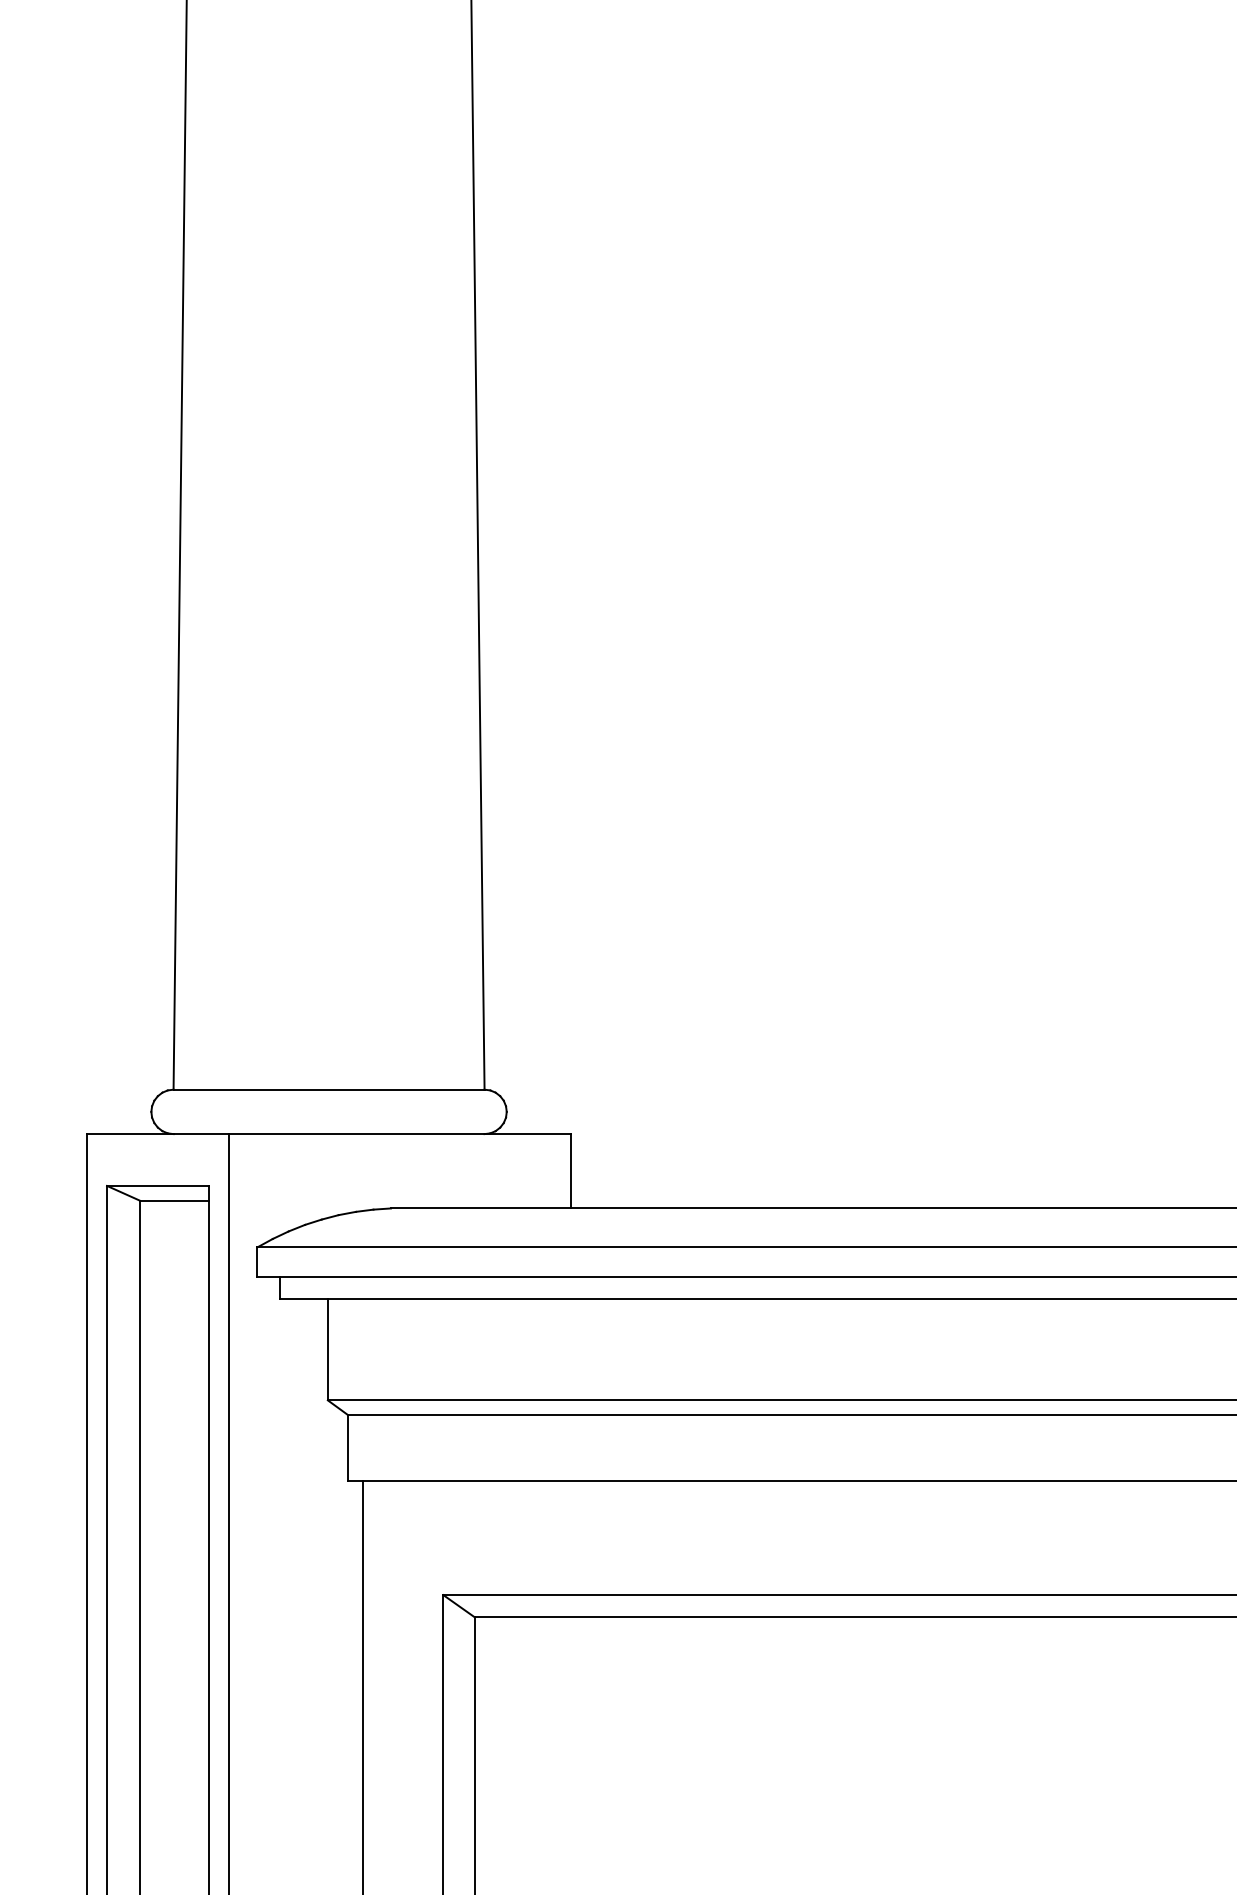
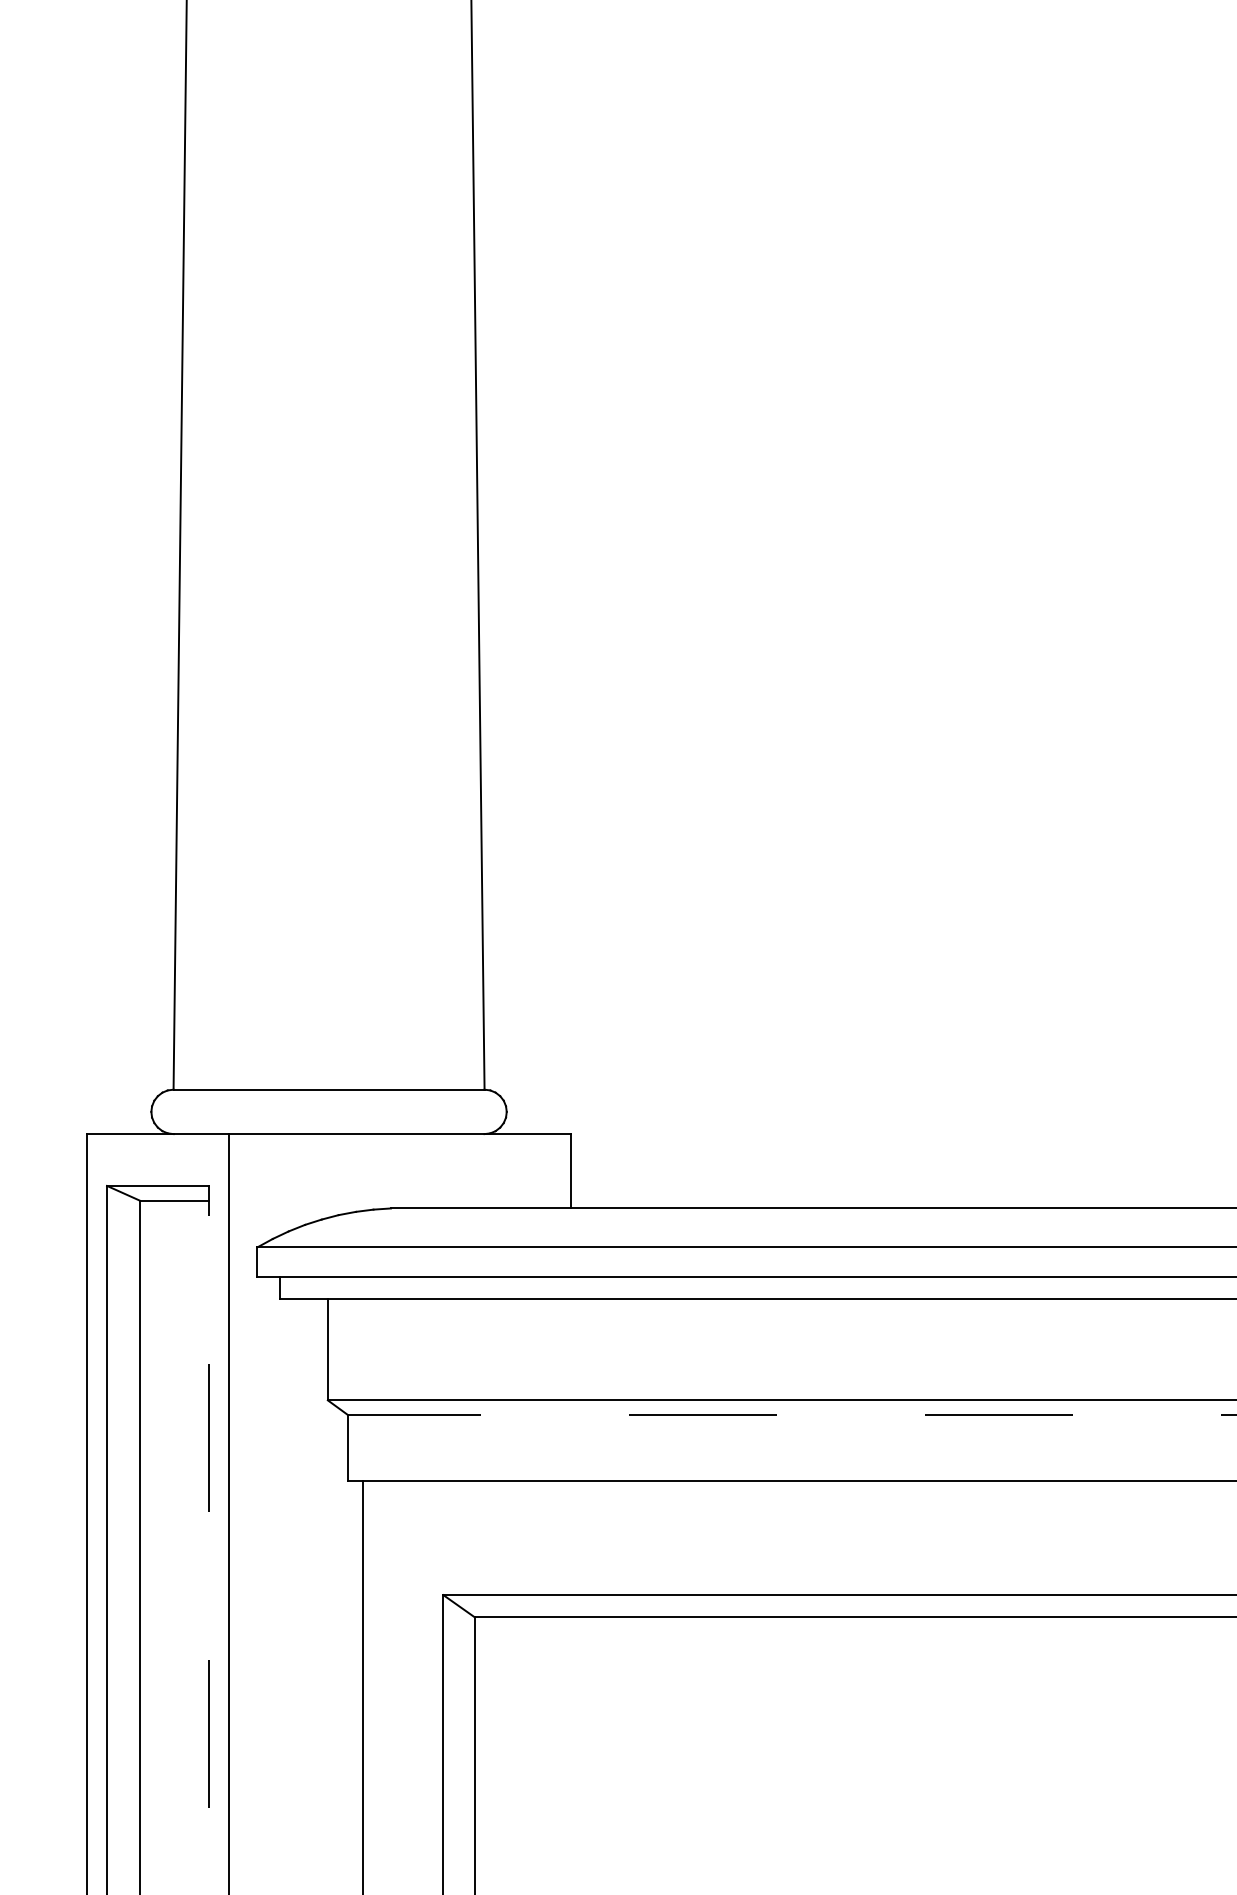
line at (791, 1414): solid -> dashed
line at (209, 1547): solid -> dashed
